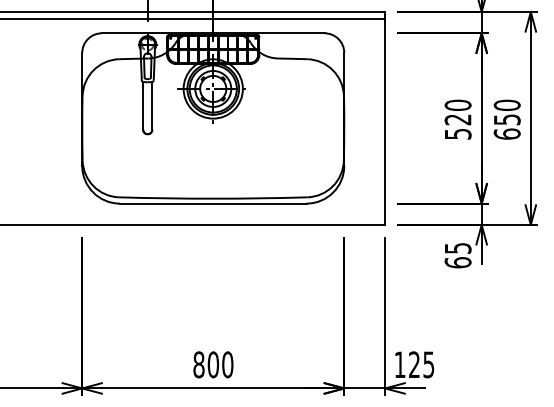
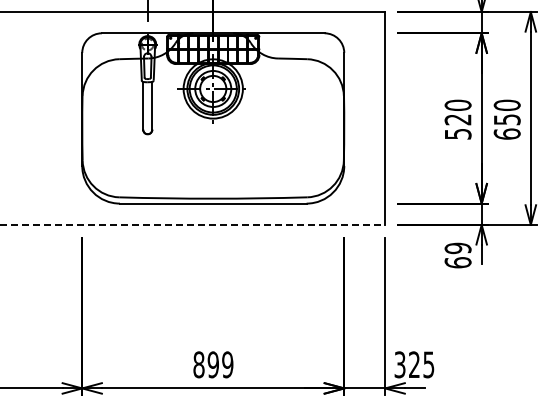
line at (193, 18): present -> none
line at (193, 224): solid -> dashed
text at (457, 248): 65 -> 69
text at (220, 364): 800 -> 899
text at (399, 364): 125 -> 325
